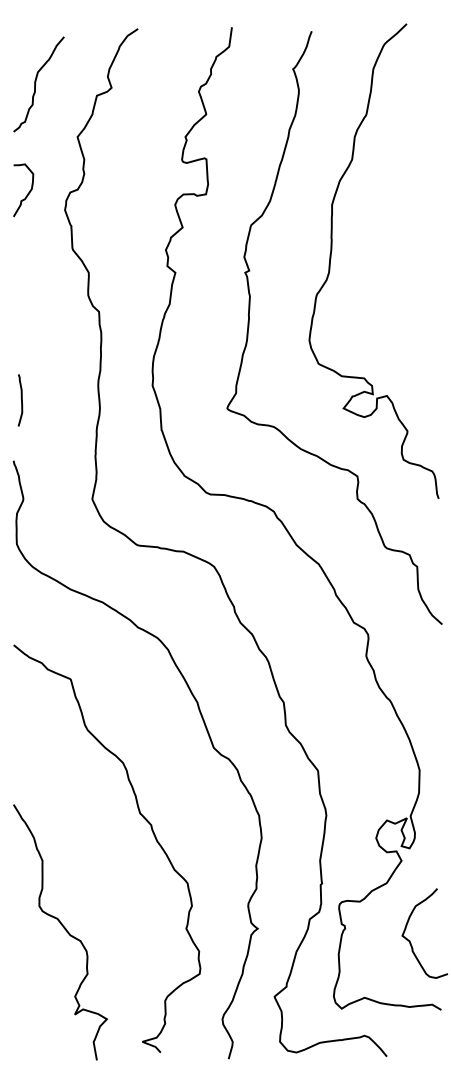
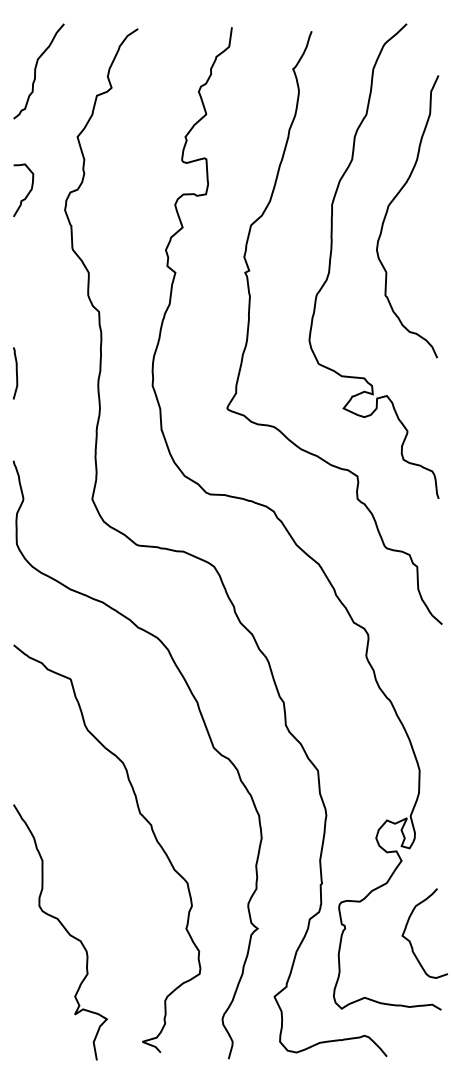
curve at (36, 83) position: (36, 83) -> (36, 70)
curve at (388, 210): none -> present
curve at (21, 400) position: (21, 400) -> (16, 373)
